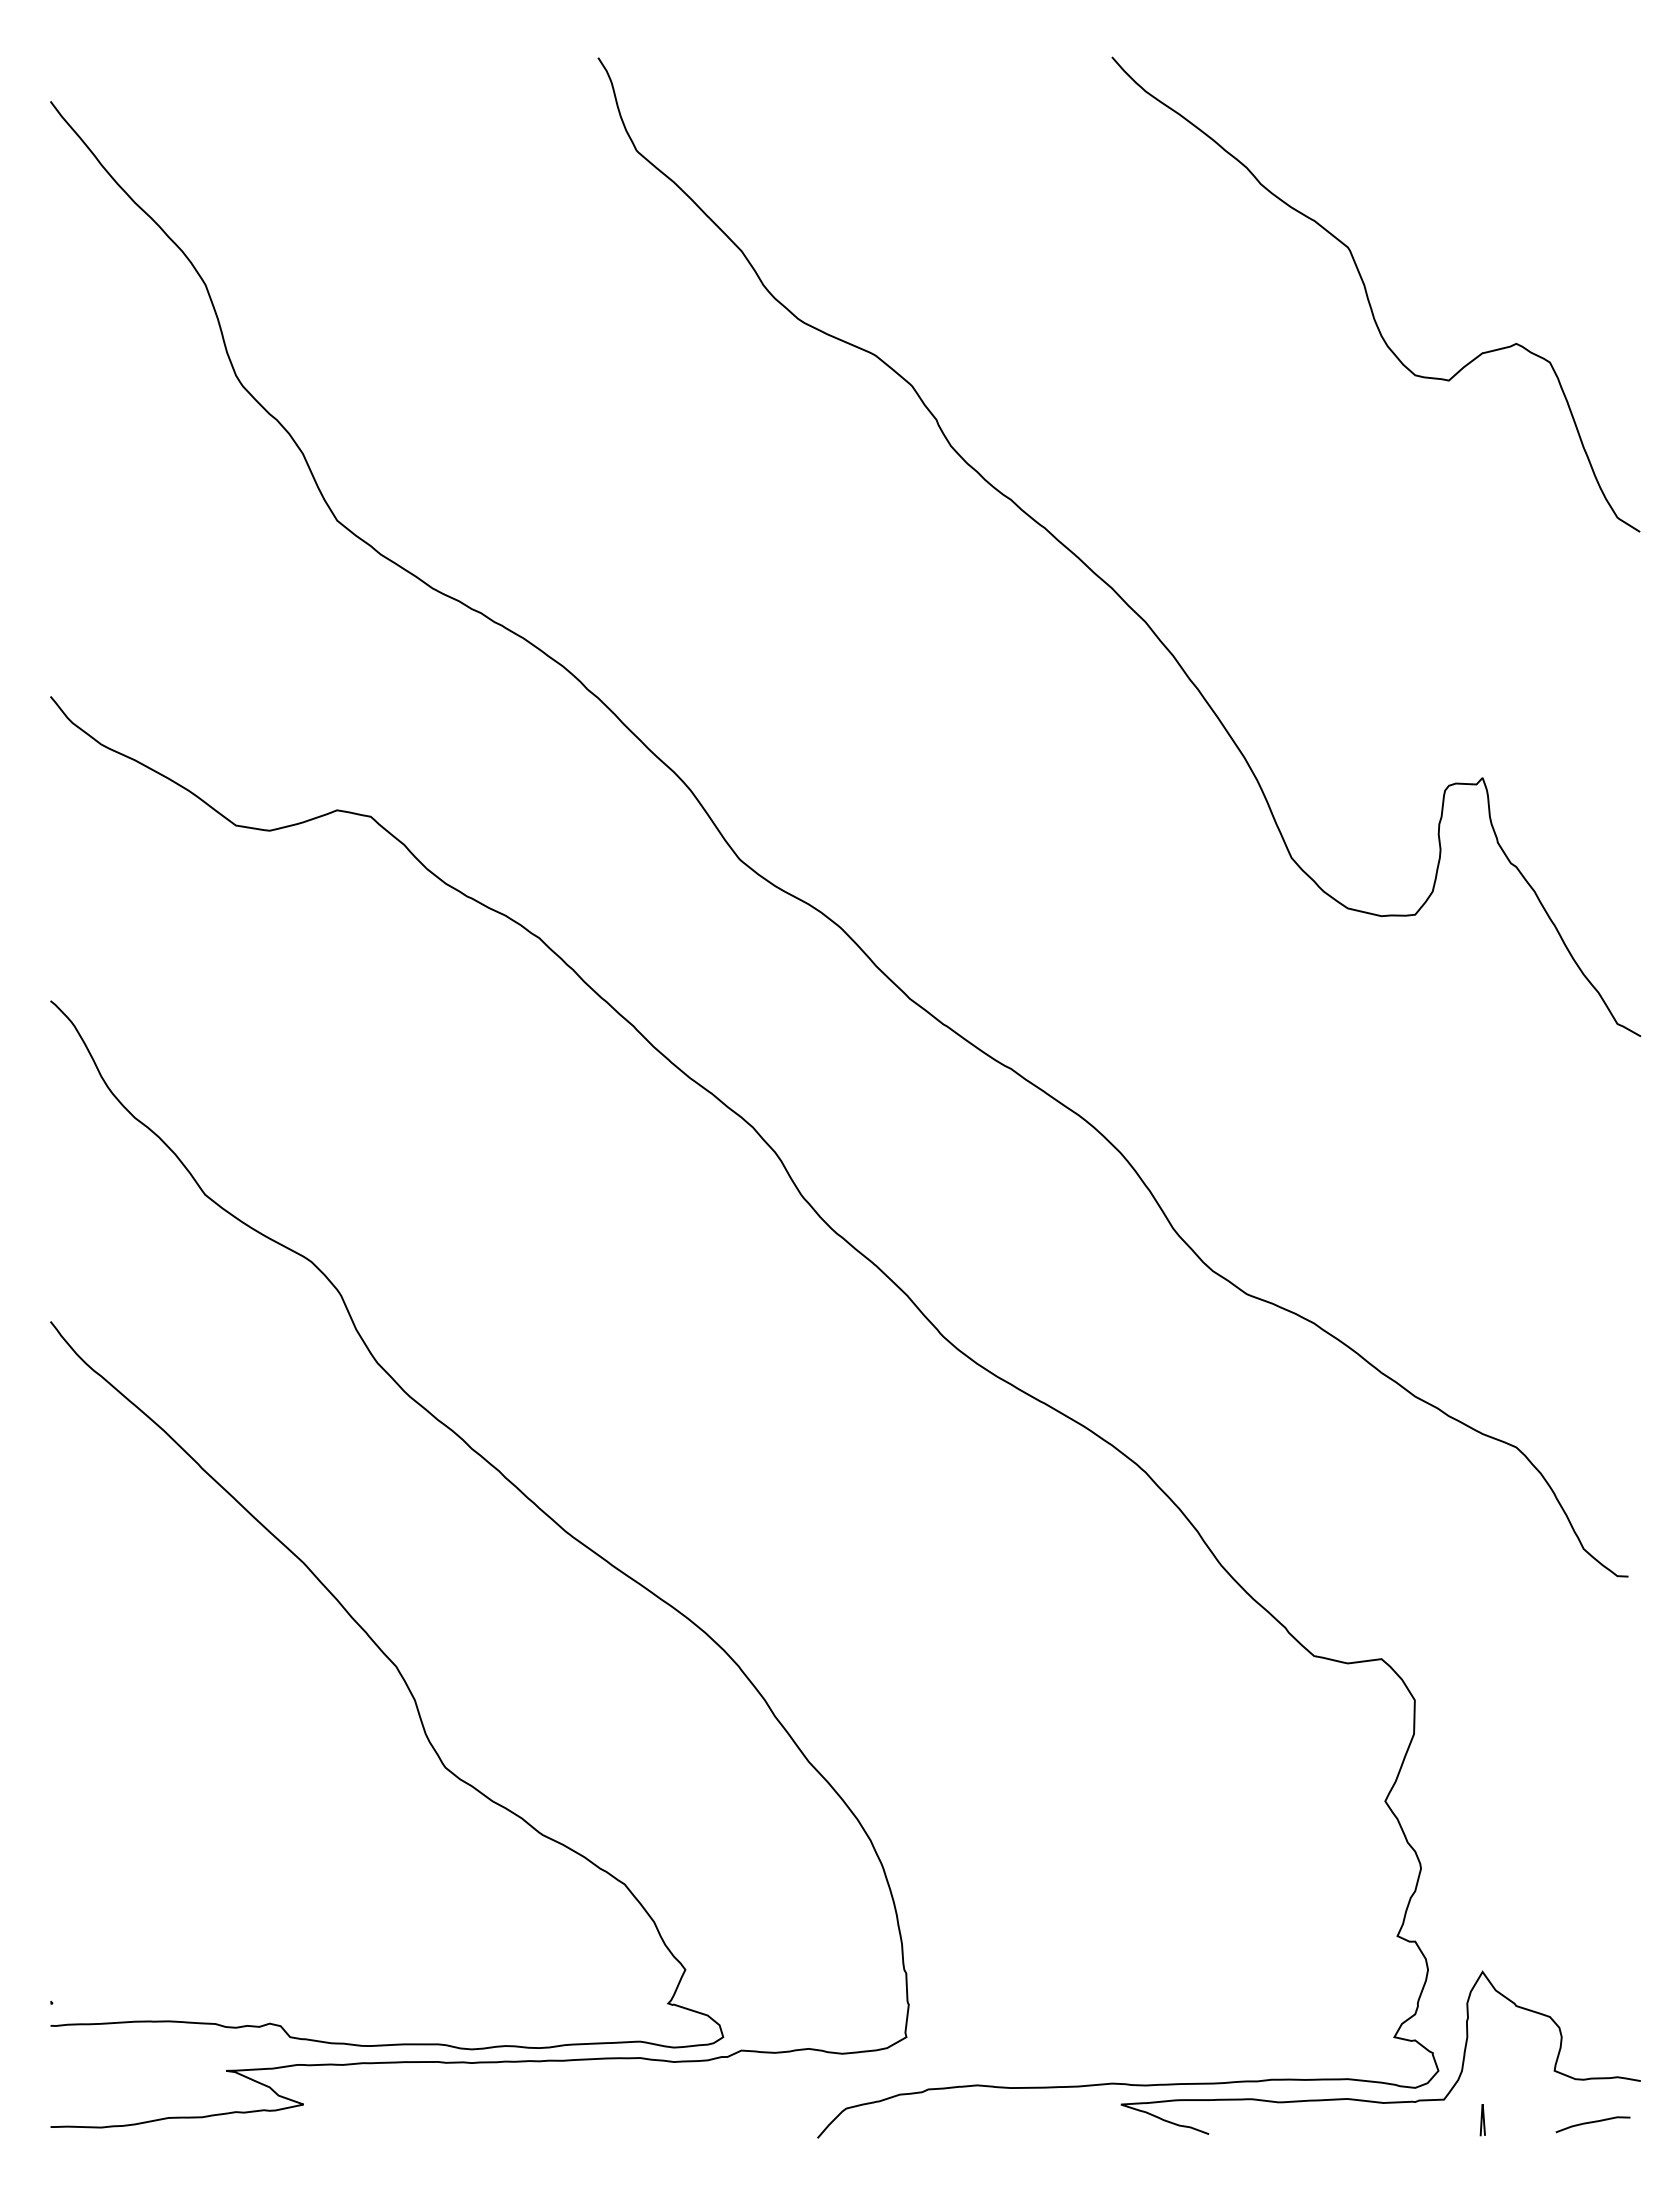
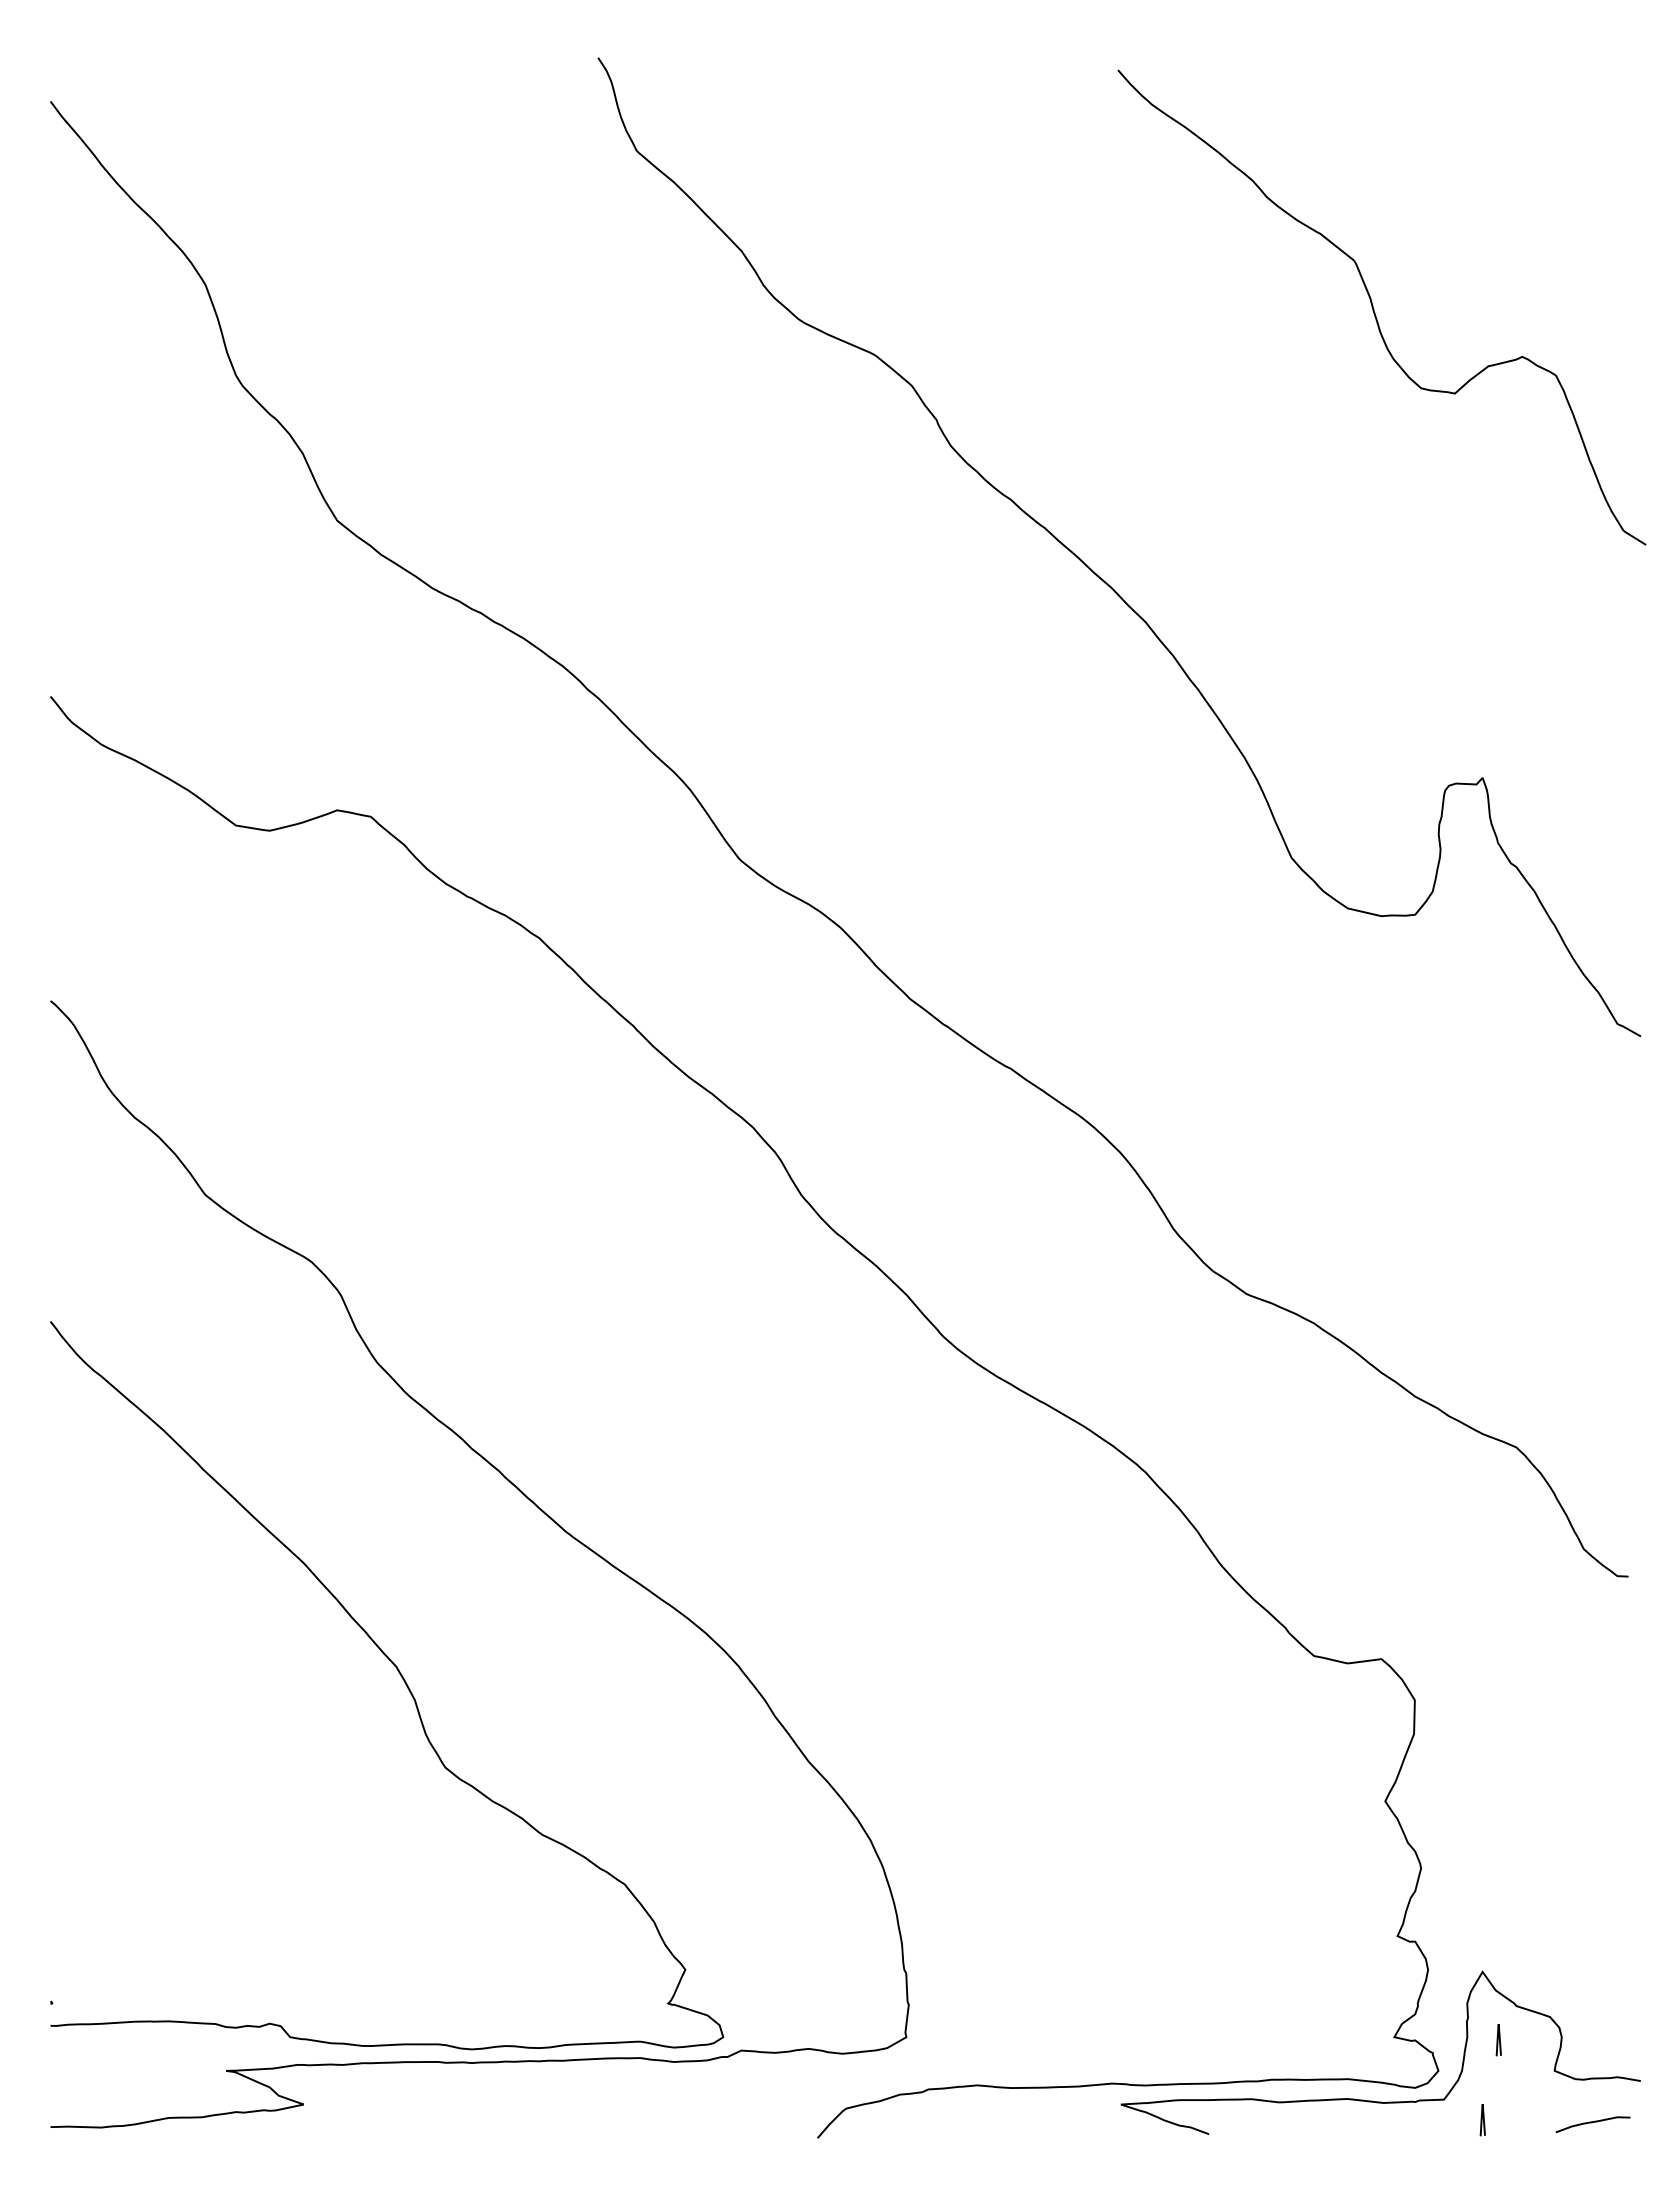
curve at (1368, 296) position: (1368, 296) -> (1374, 309)
curve at (1498, 2040): none -> present
